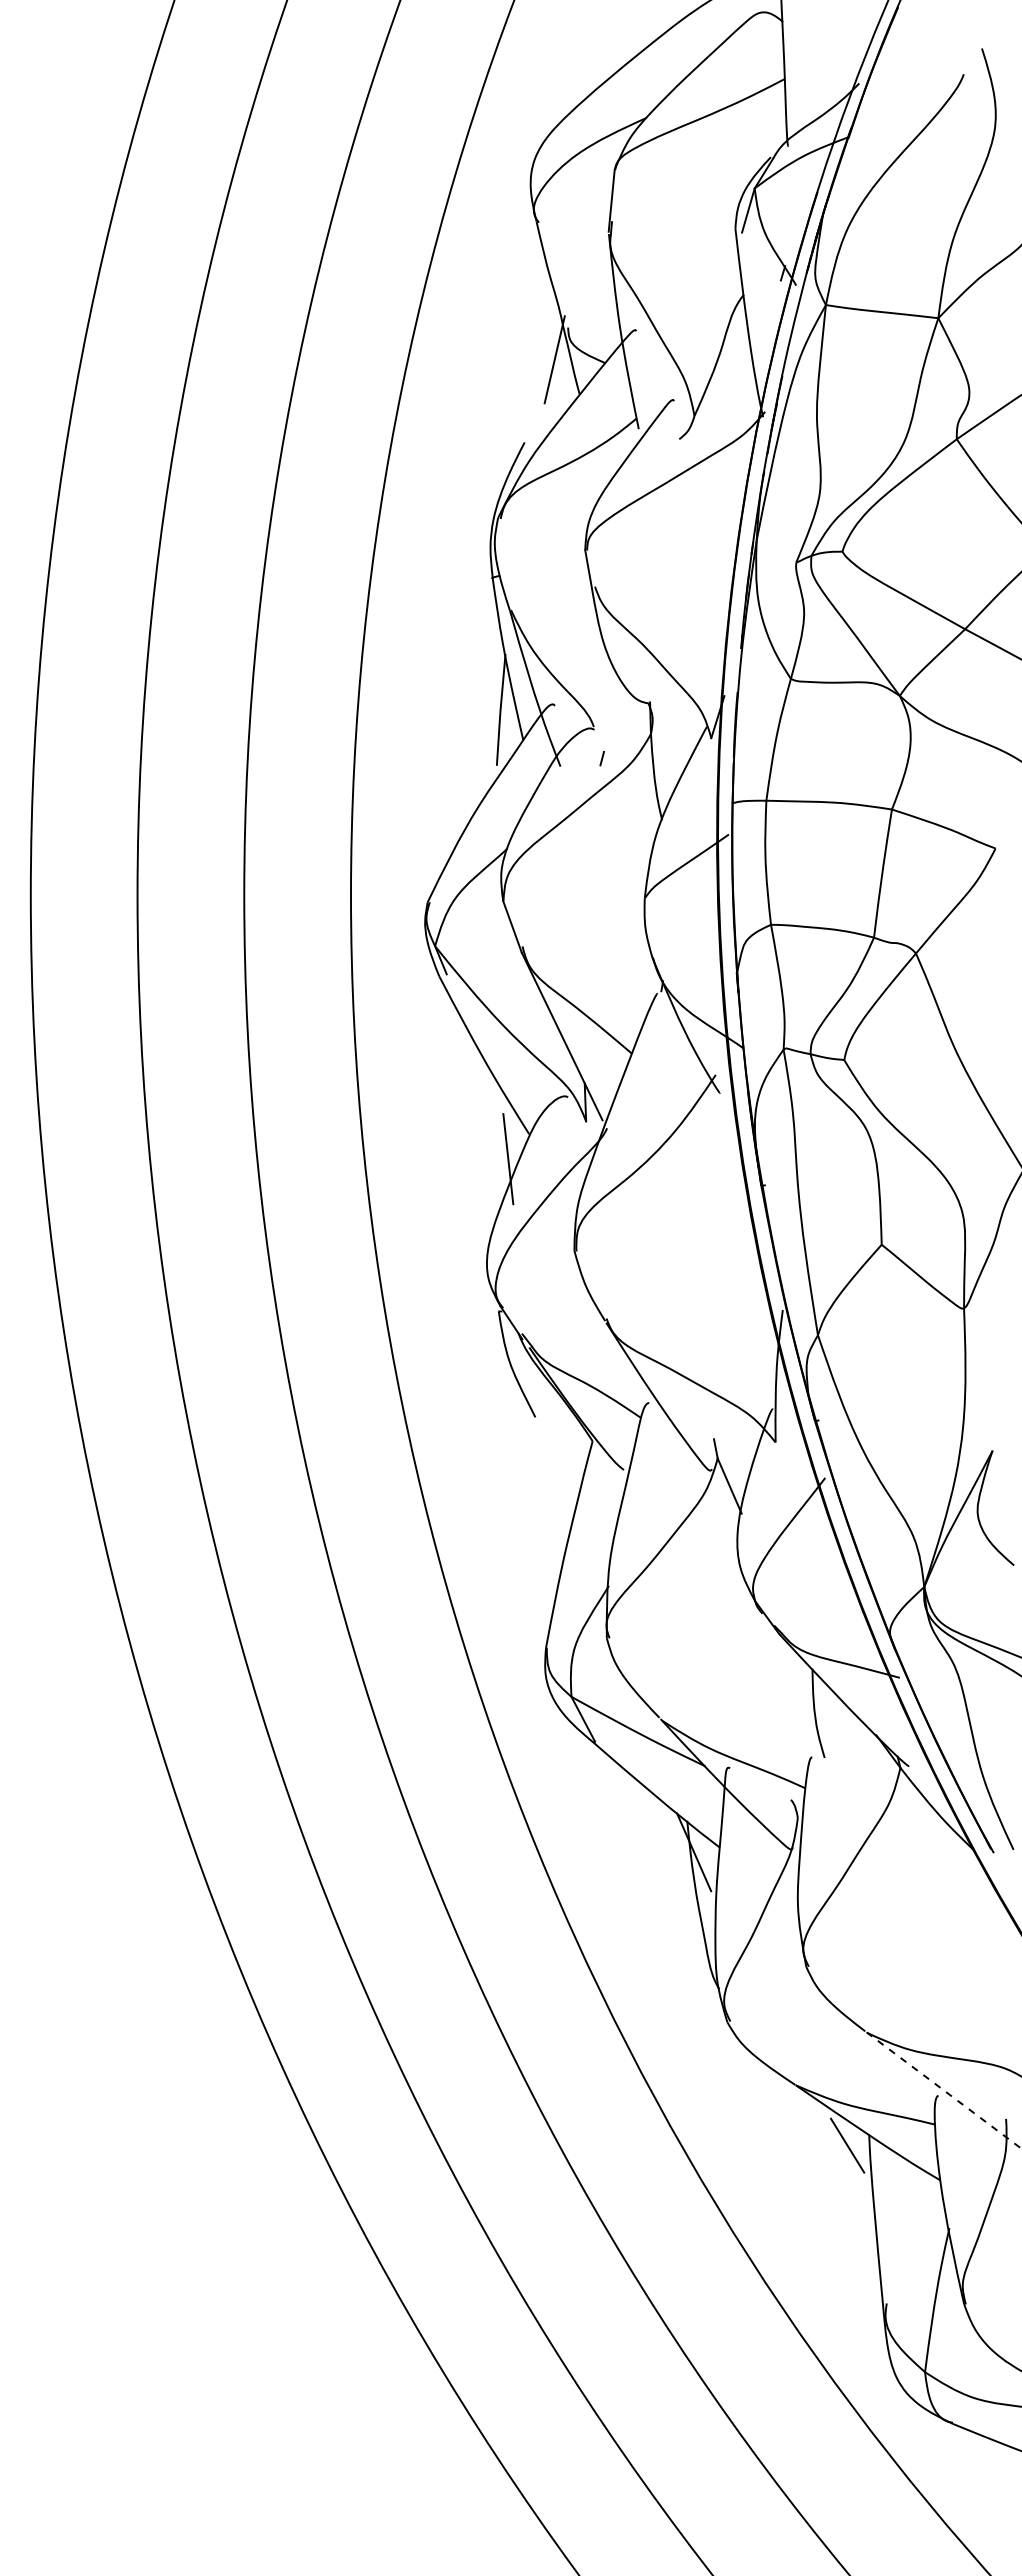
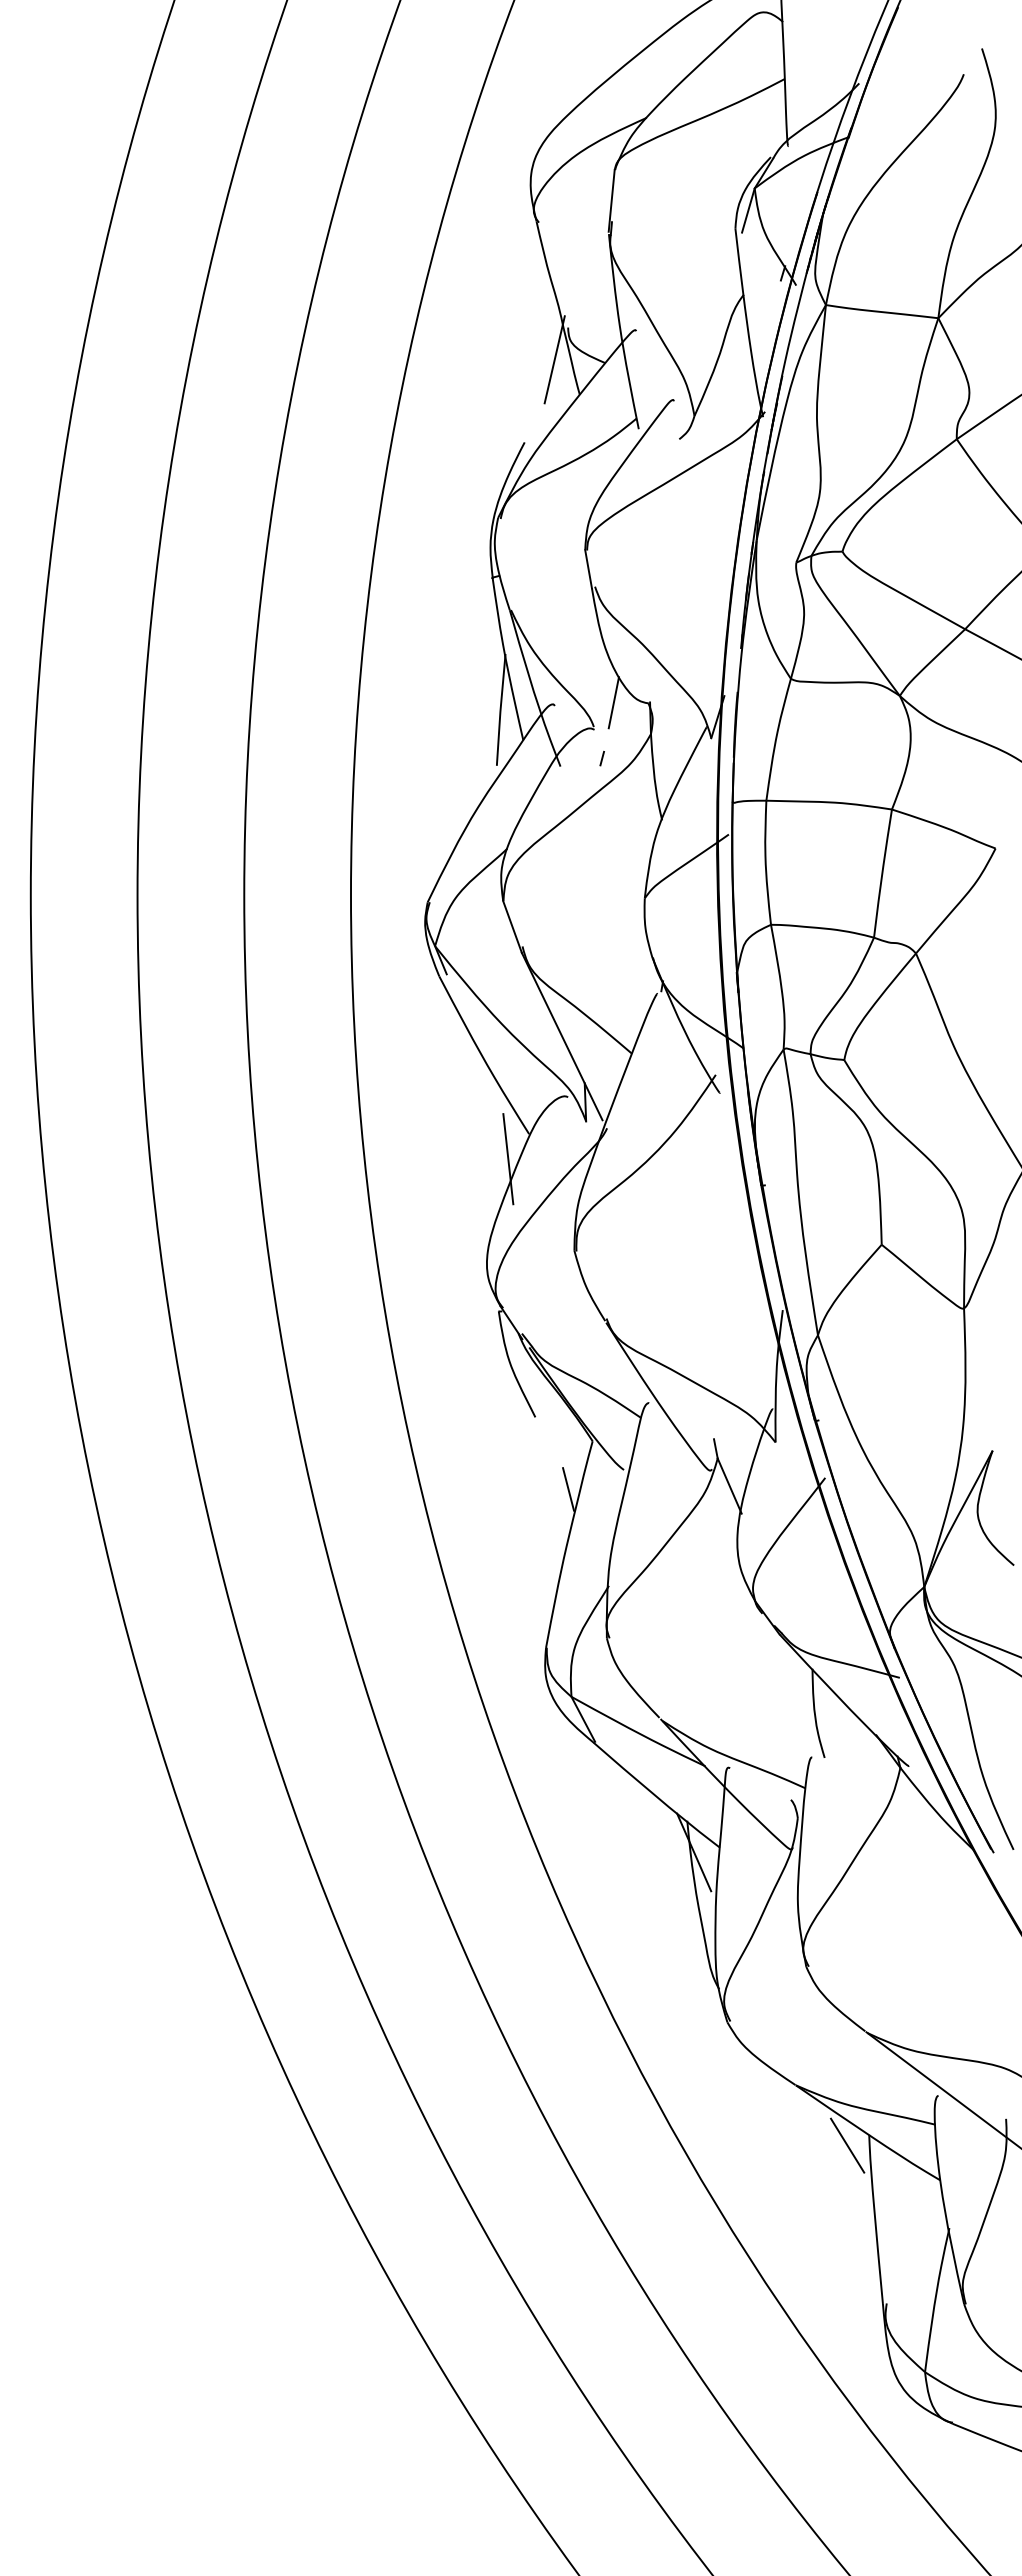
line at (613, 702): none -> present
line at (568, 1489): none -> present
line at (944, 2090): dashed -> solid
